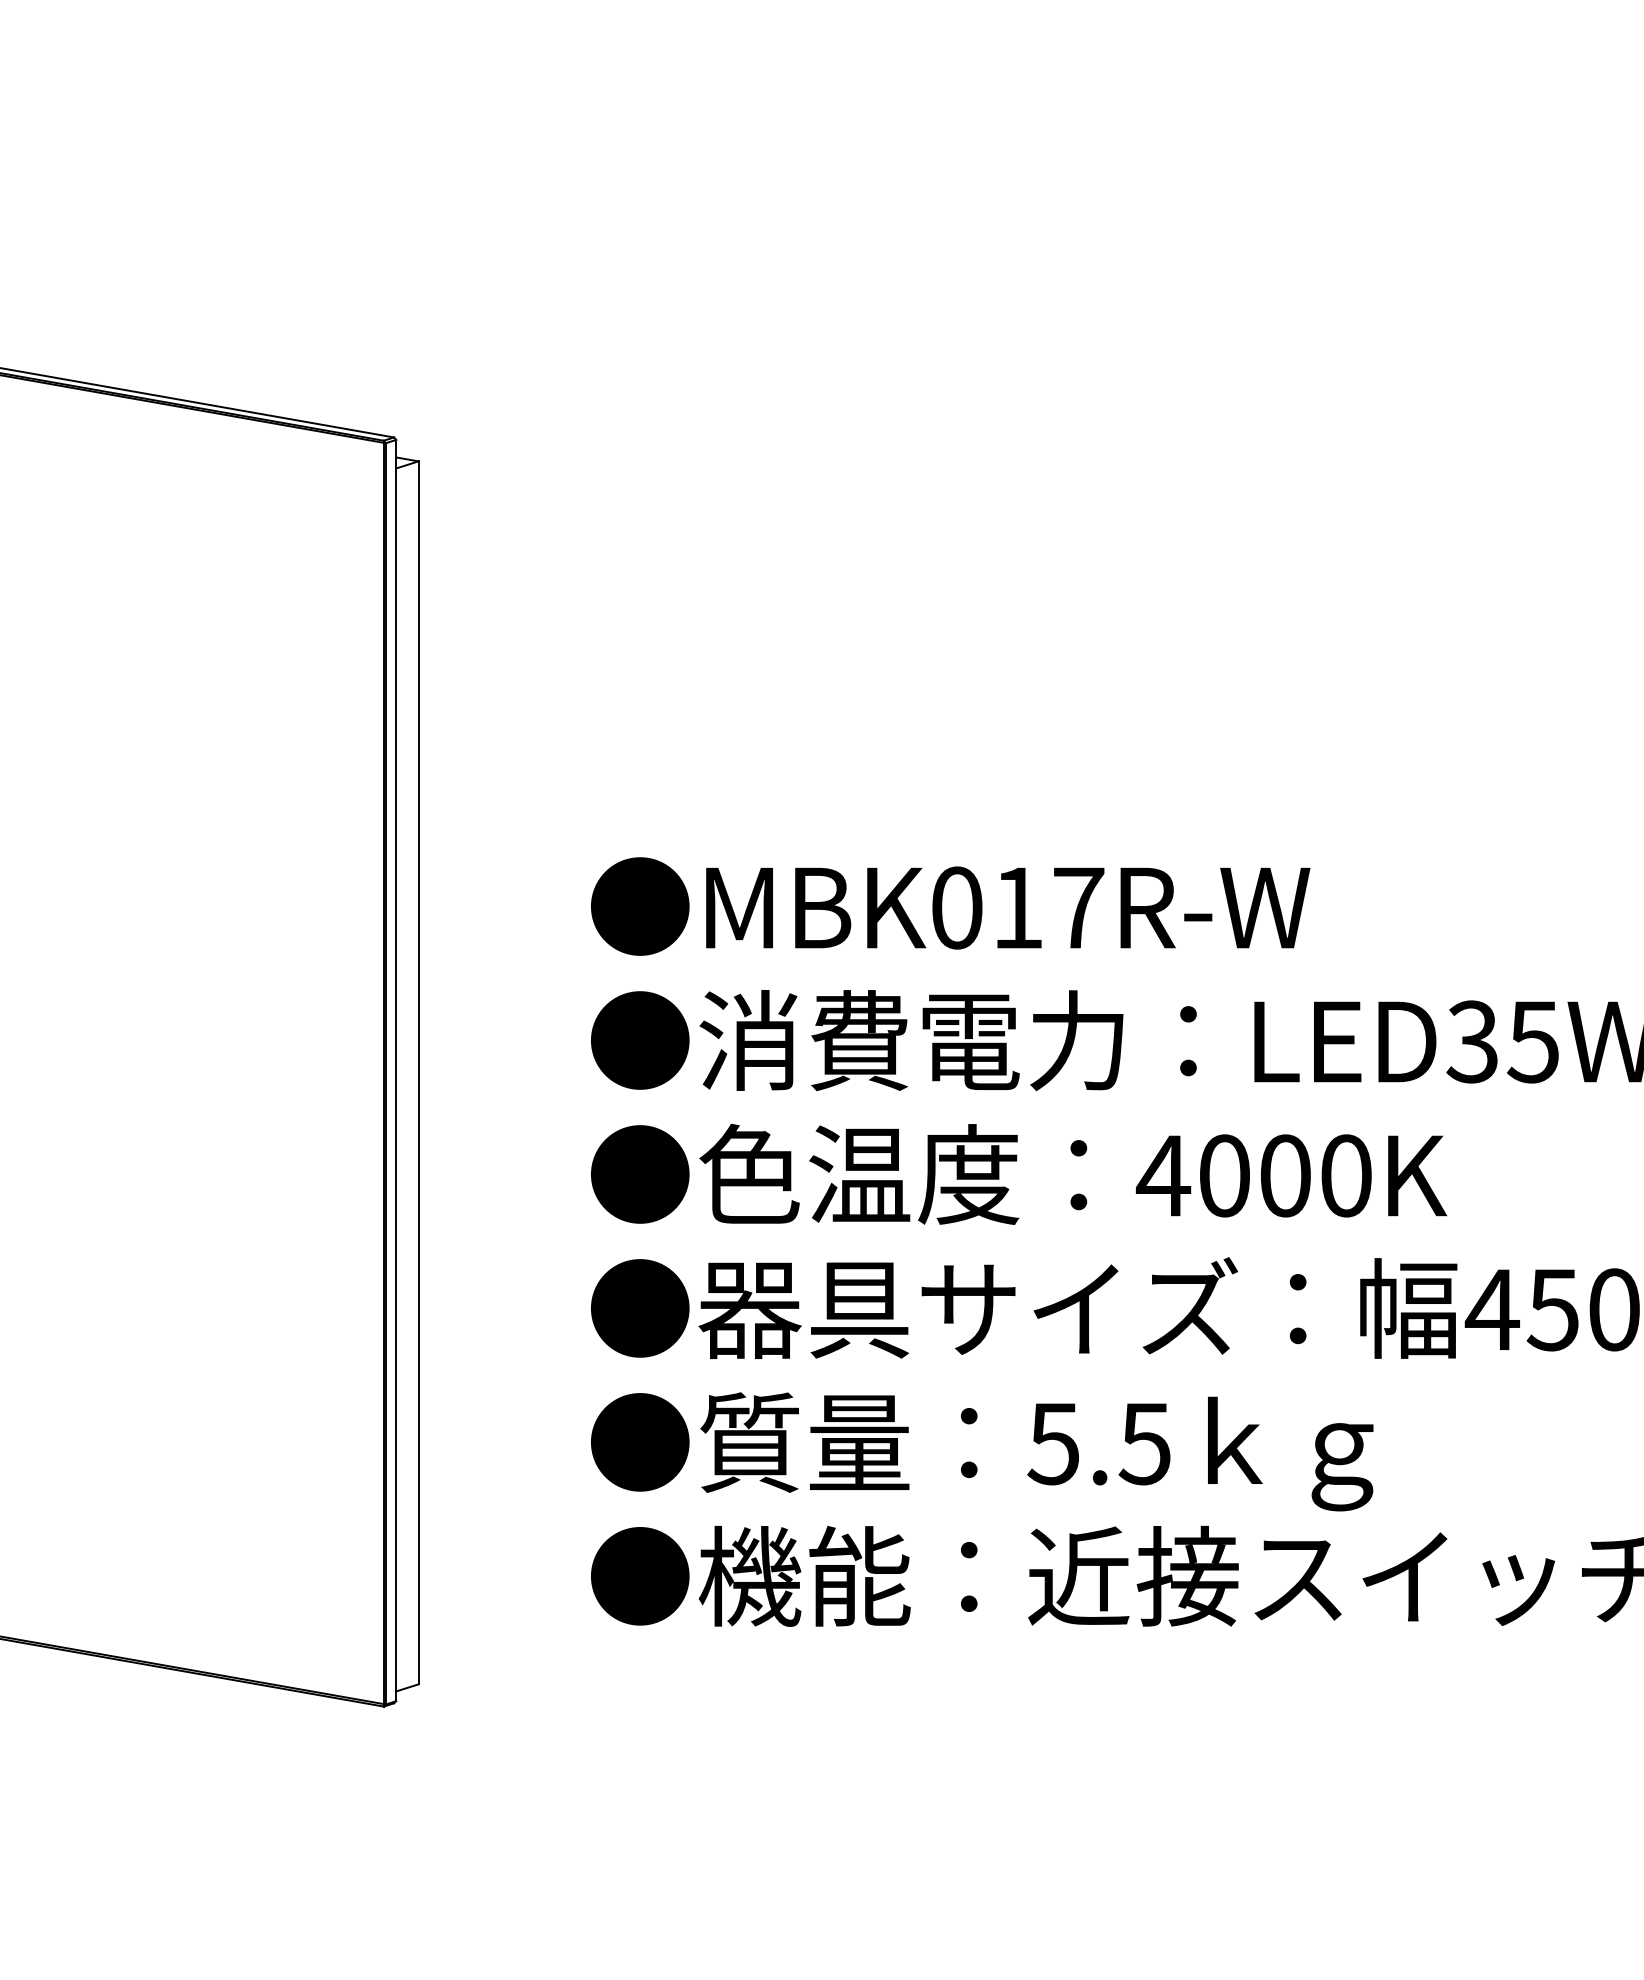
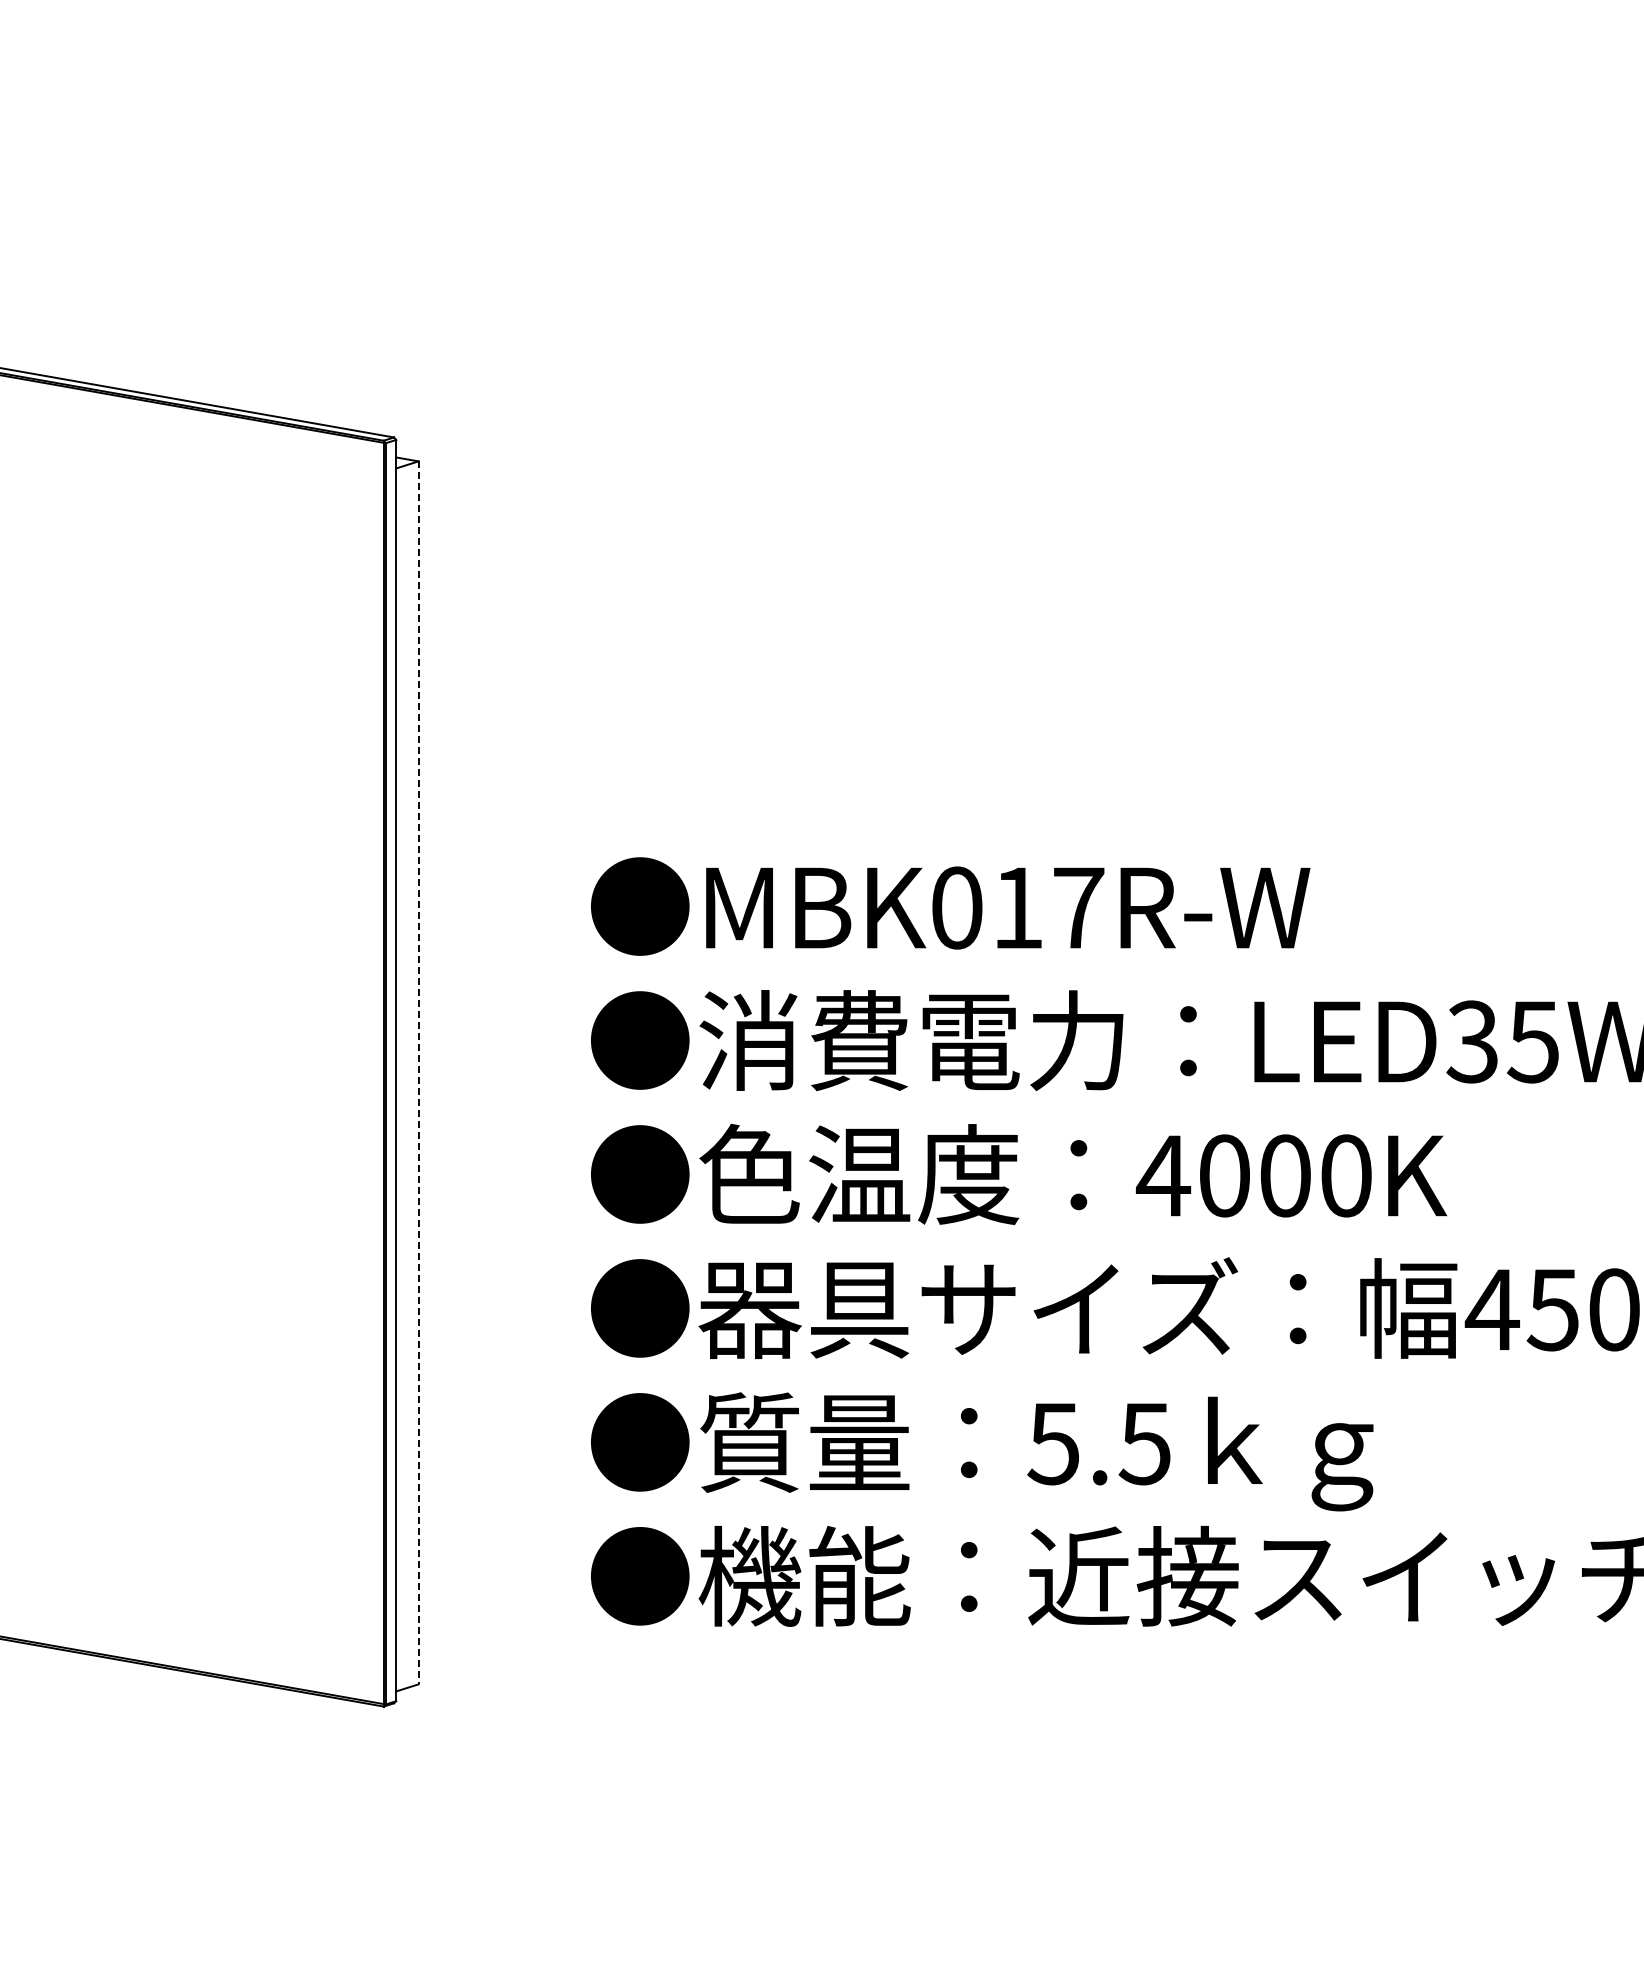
line at (418, 1073): solid -> dashed
